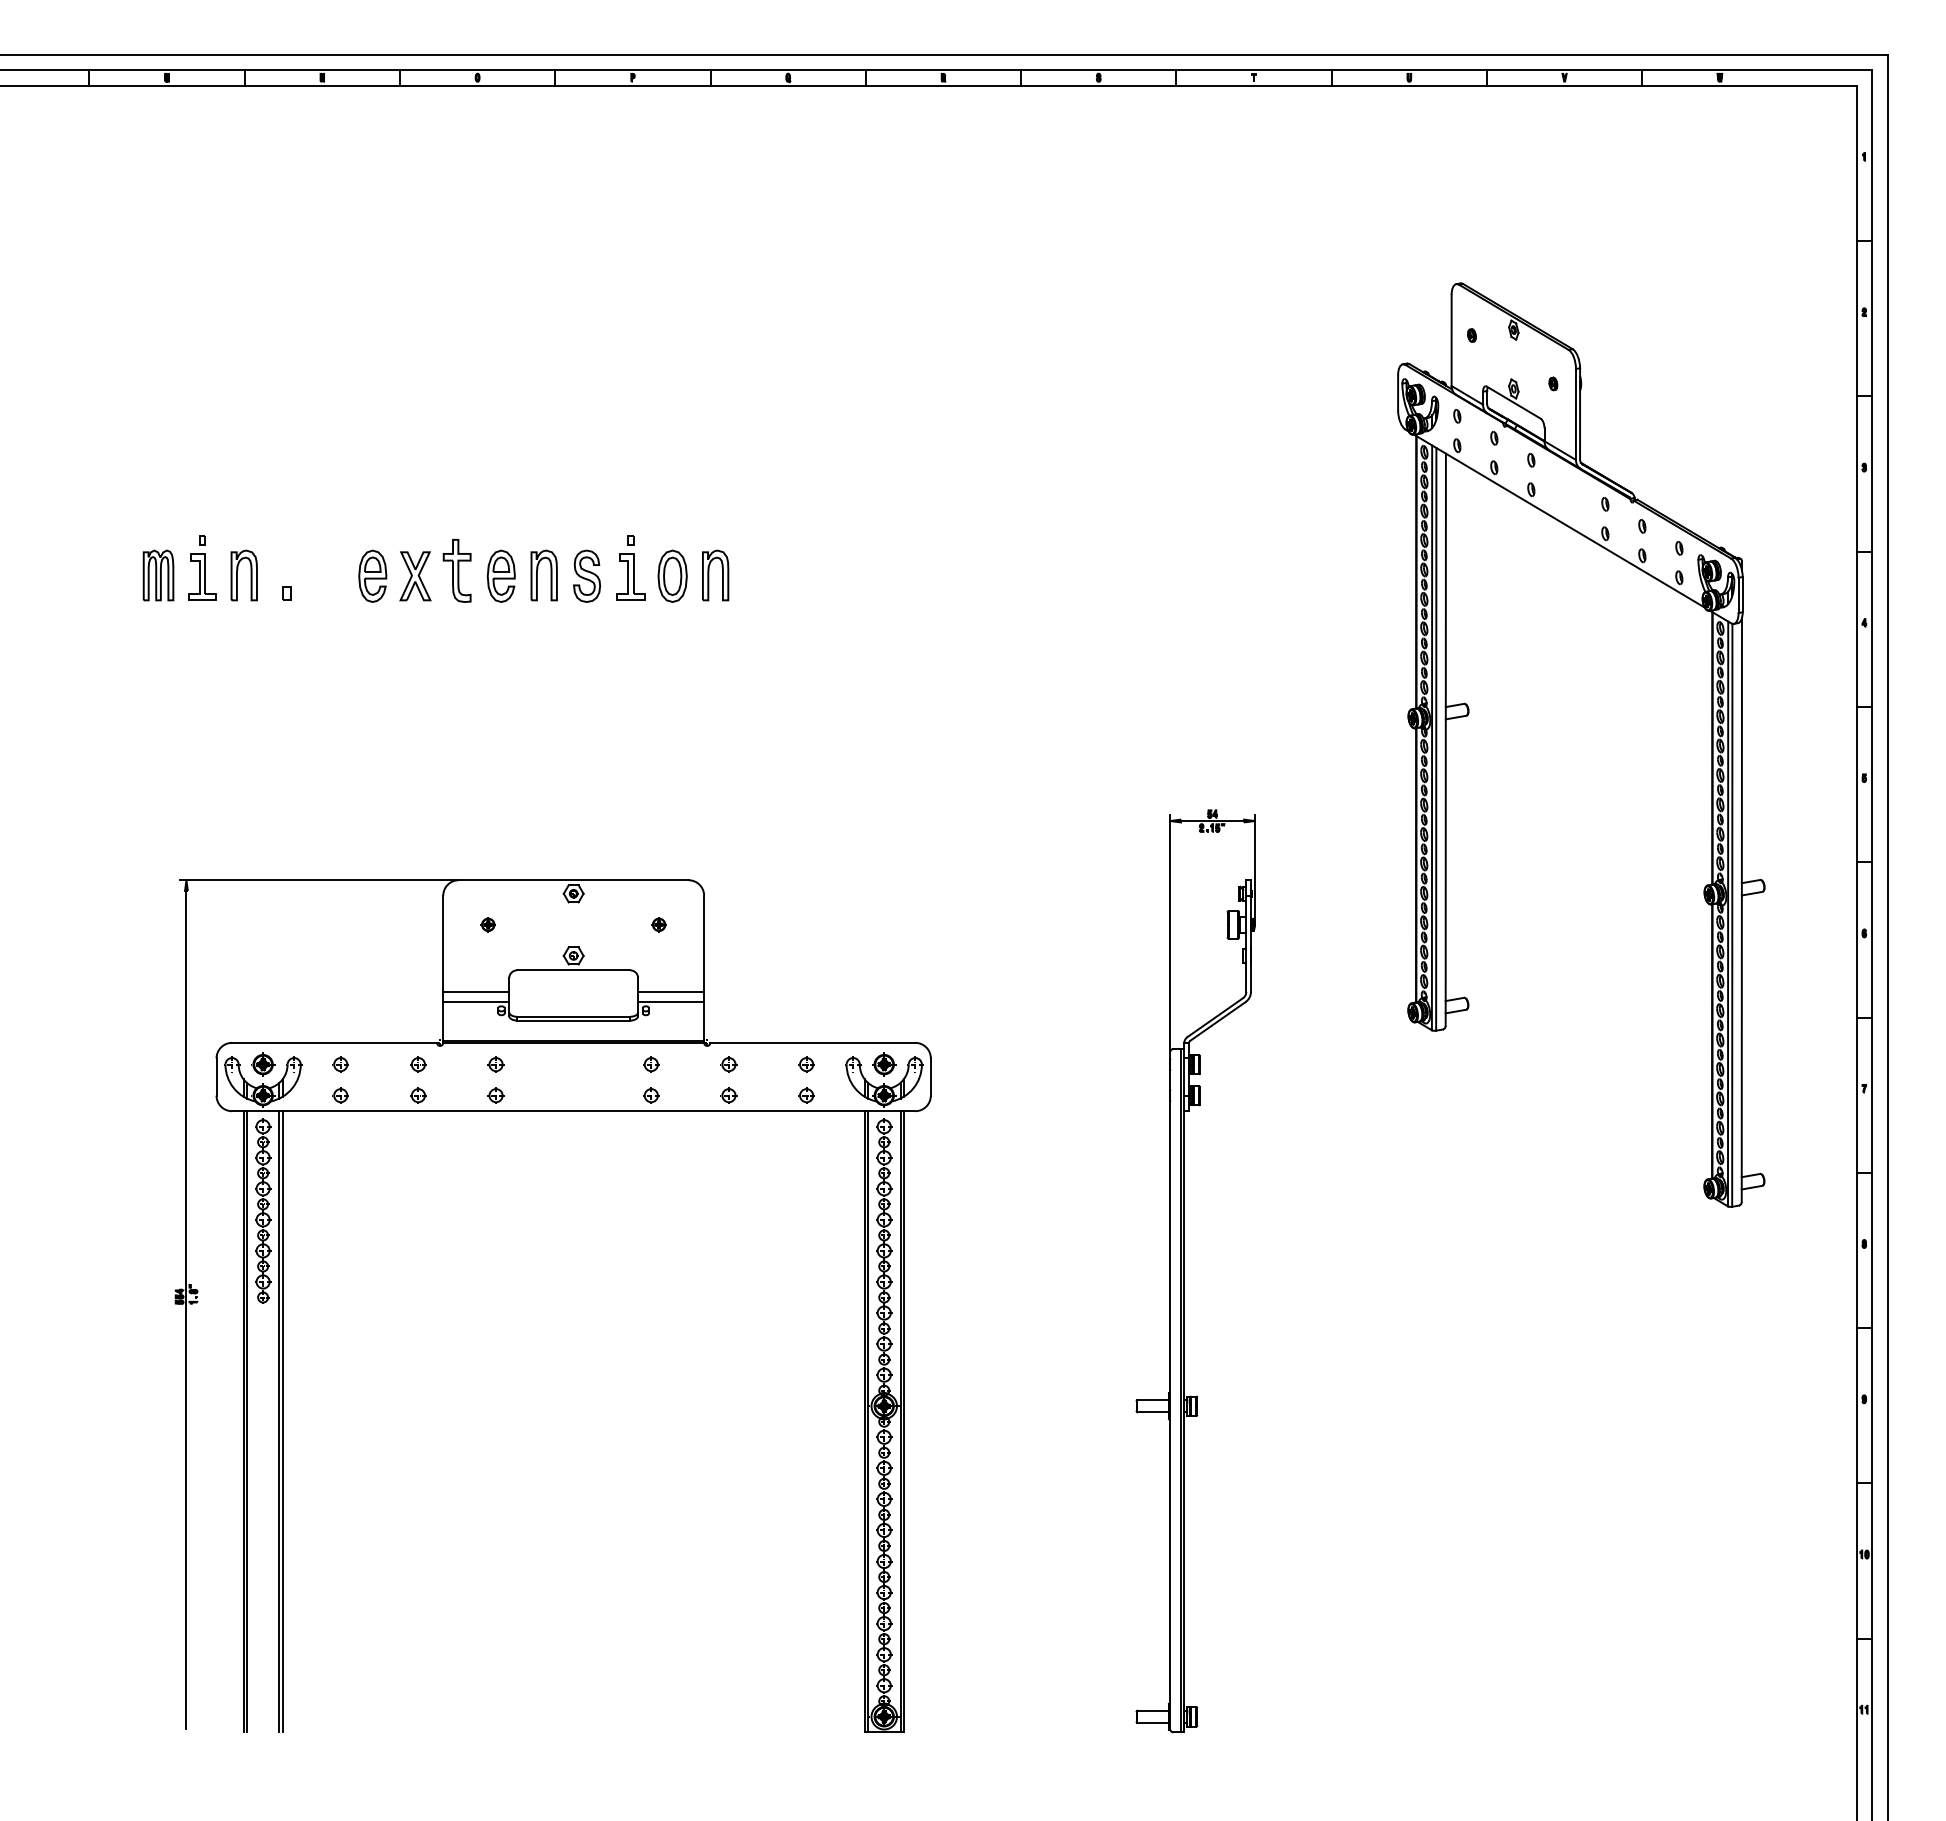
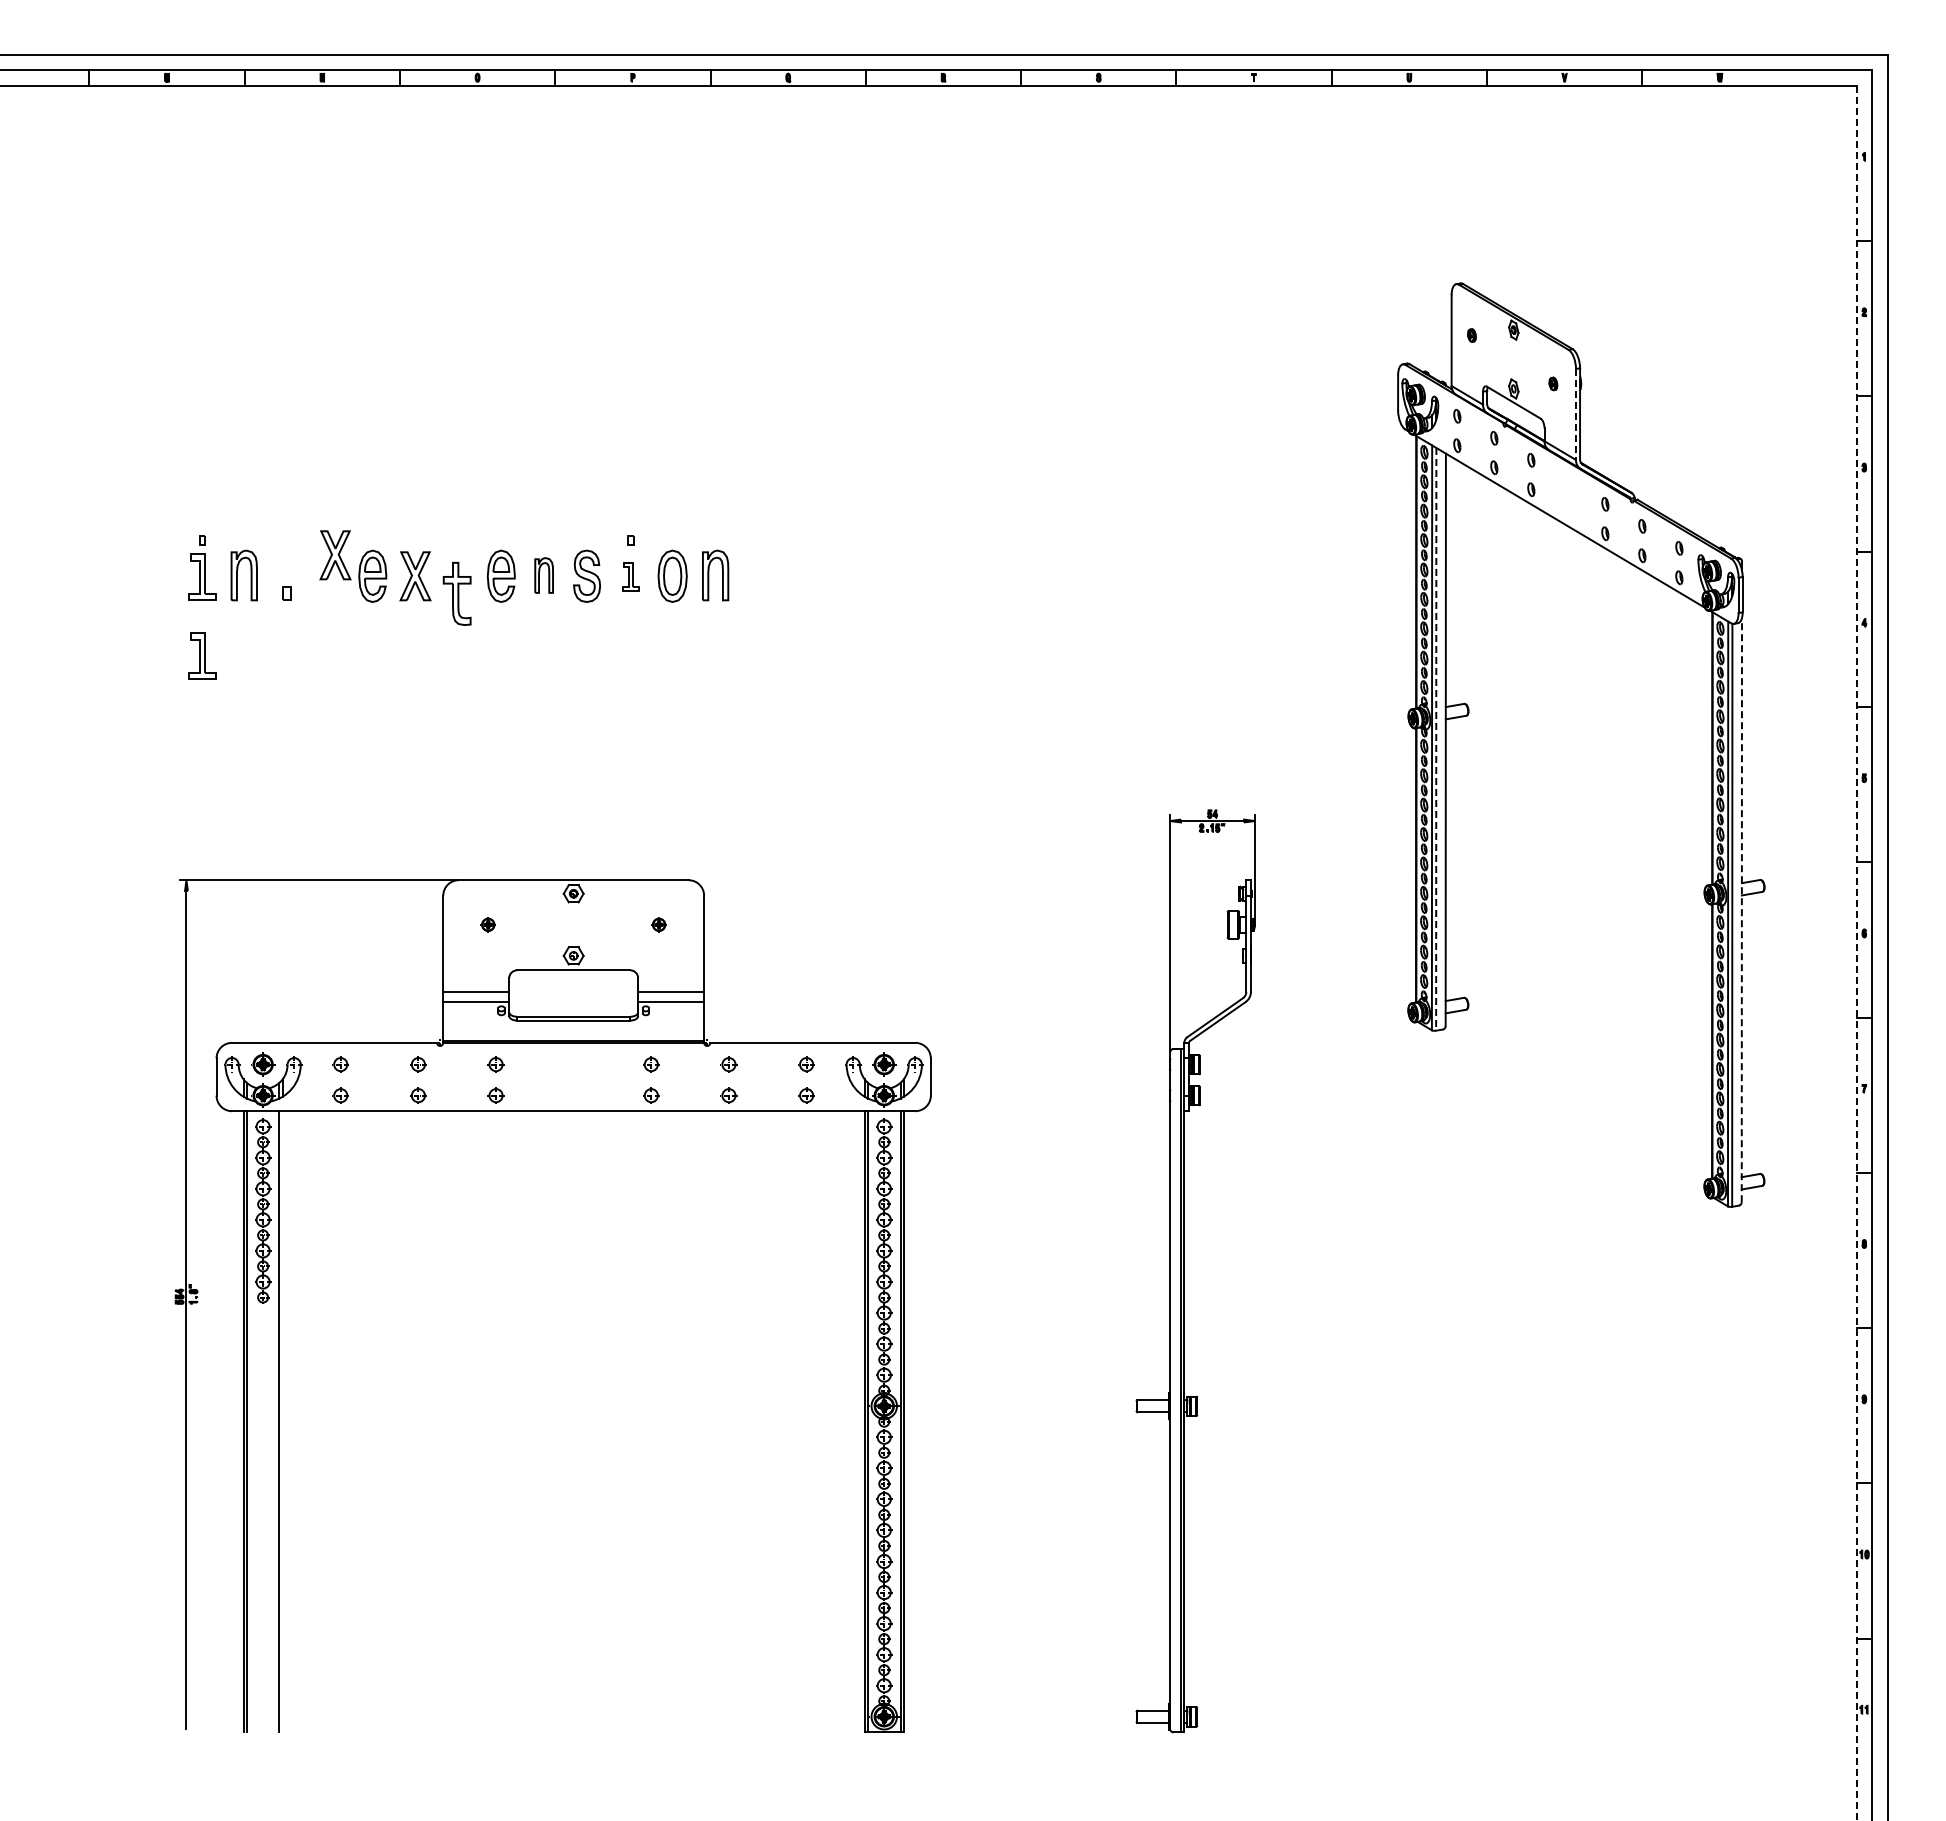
line at (1575, 414): solid -> dashed
part at (335, 555): none -> present
part at (456, 570) position: (456, 570) -> (456, 593)
part at (158, 575): present -> none
part at (543, 575) size: 28x53 px -> 20x37 px
part at (630, 576) size: 30x48 px -> 18x30 px
part at (202, 655): none -> present
line at (1436, 739): solid -> dashed
line at (1741, 909): solid -> dashed
line at (1856, 953): solid -> dashed
line at (282, 1421): present -> none
